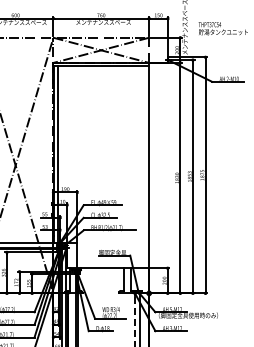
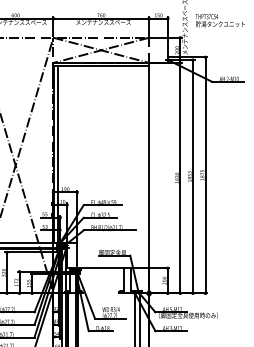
text at (222, 28) position: (222, 28) -> (219, 20)
line at (135, 322): dashed -> solid
